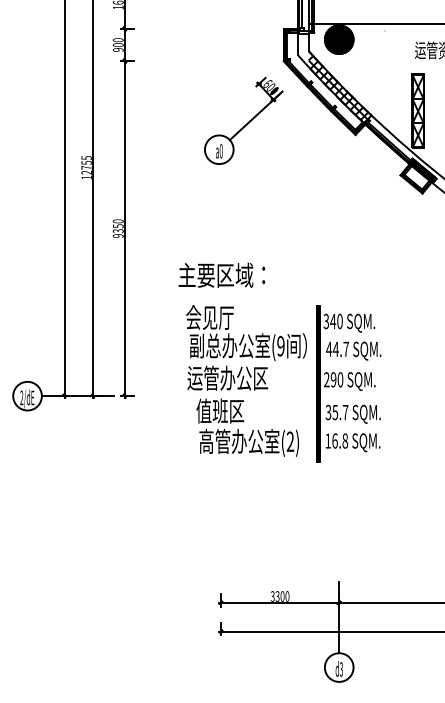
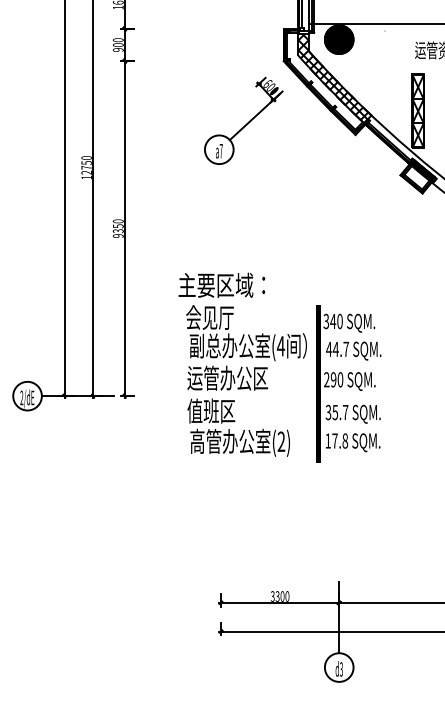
hatch at (303, 48): none -> present
text at (220, 150): a0 -> a7
text at (86, 157): 12755 -> 12750
text at (221, 274) position: (221, 274) -> (221, 284)
text at (280, 346): (9 -> (4
text at (247, 427) position: (247, 427) -> (238, 427)
text at (334, 440): 16.8 -> 17.8
